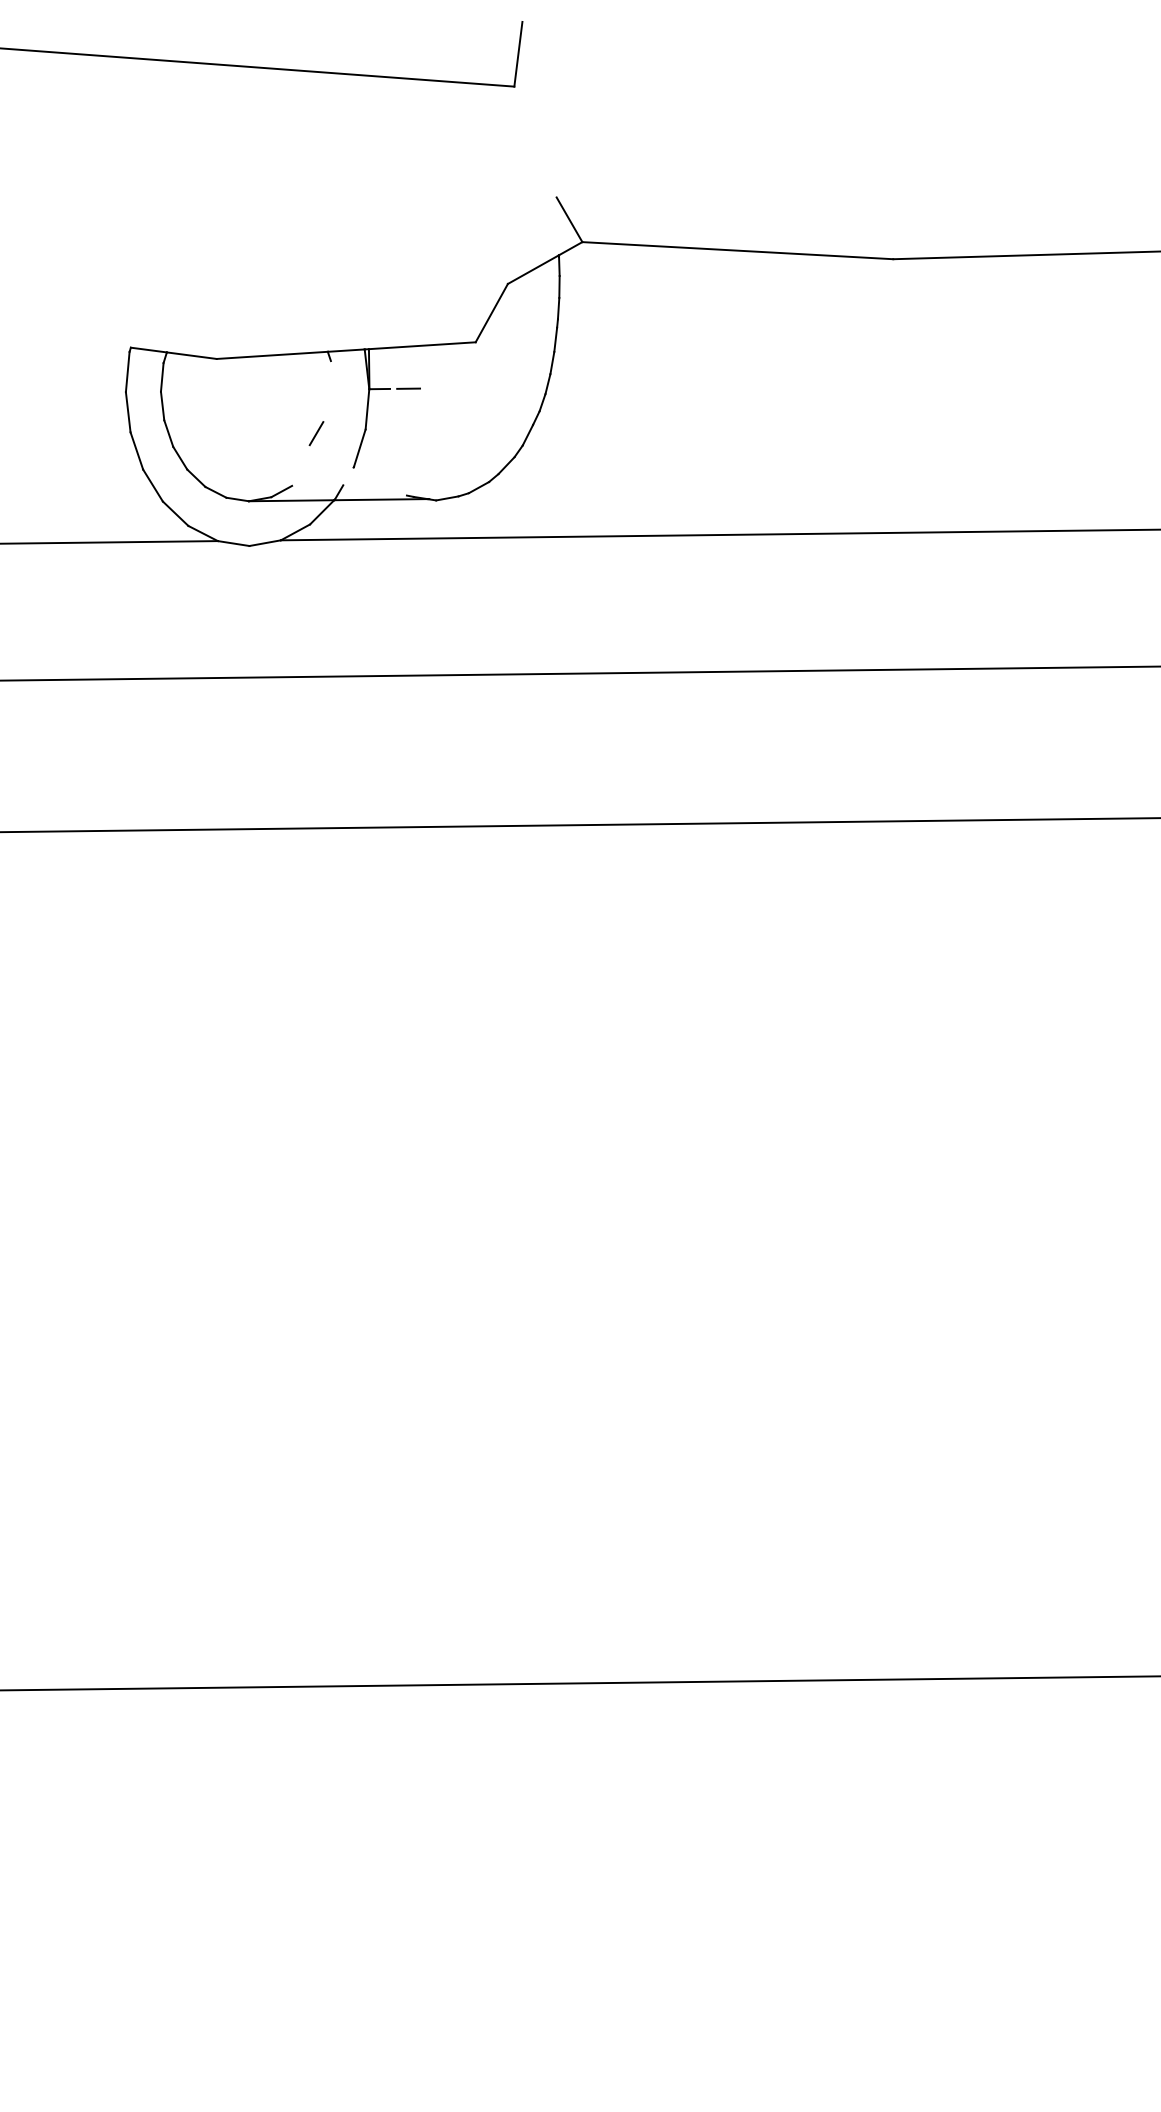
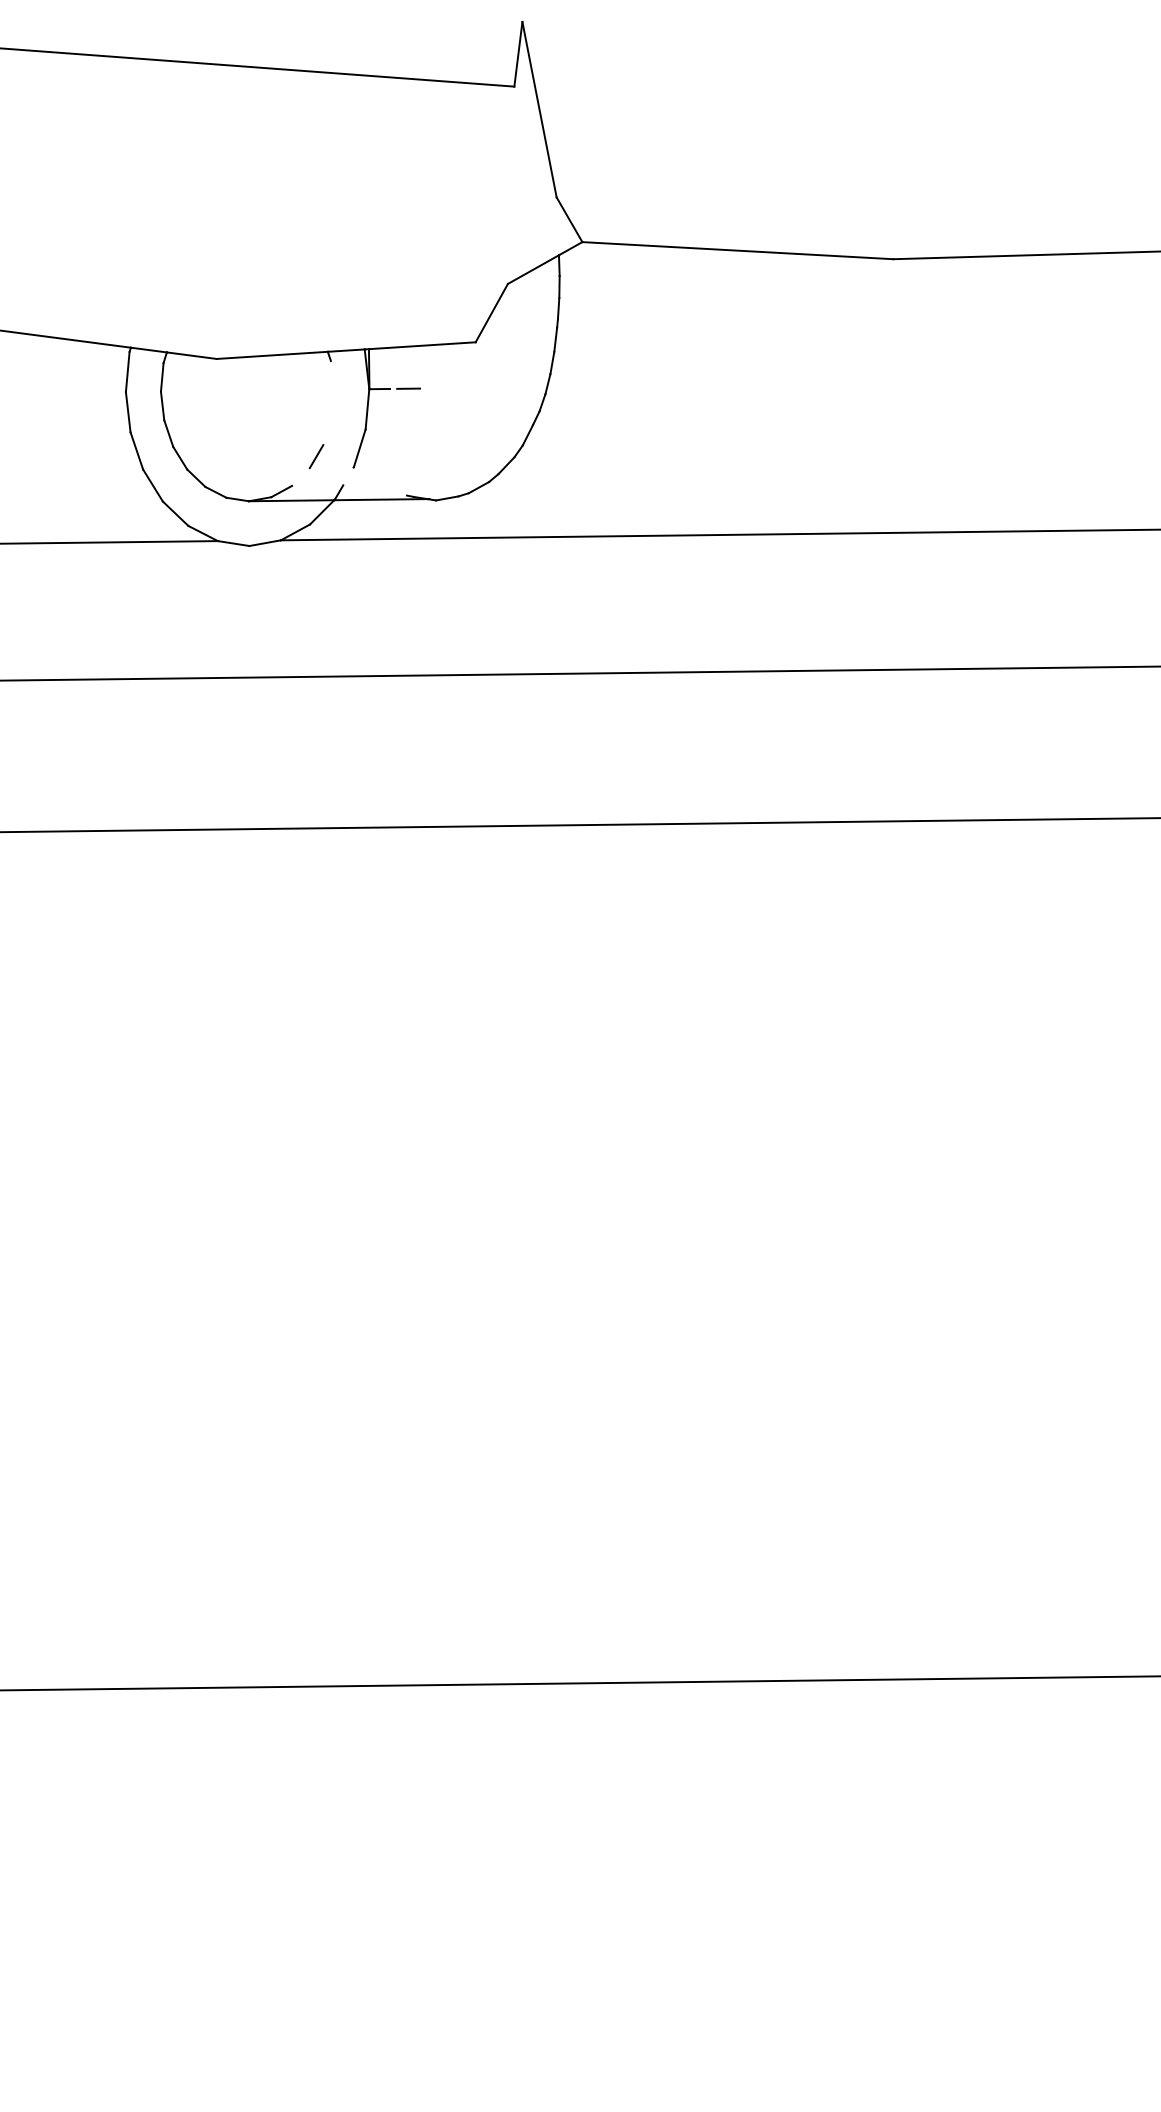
line at (539, 109): none -> present
line at (66, 338): none -> present
line at (316, 433) position: (316, 433) -> (316, 456)
